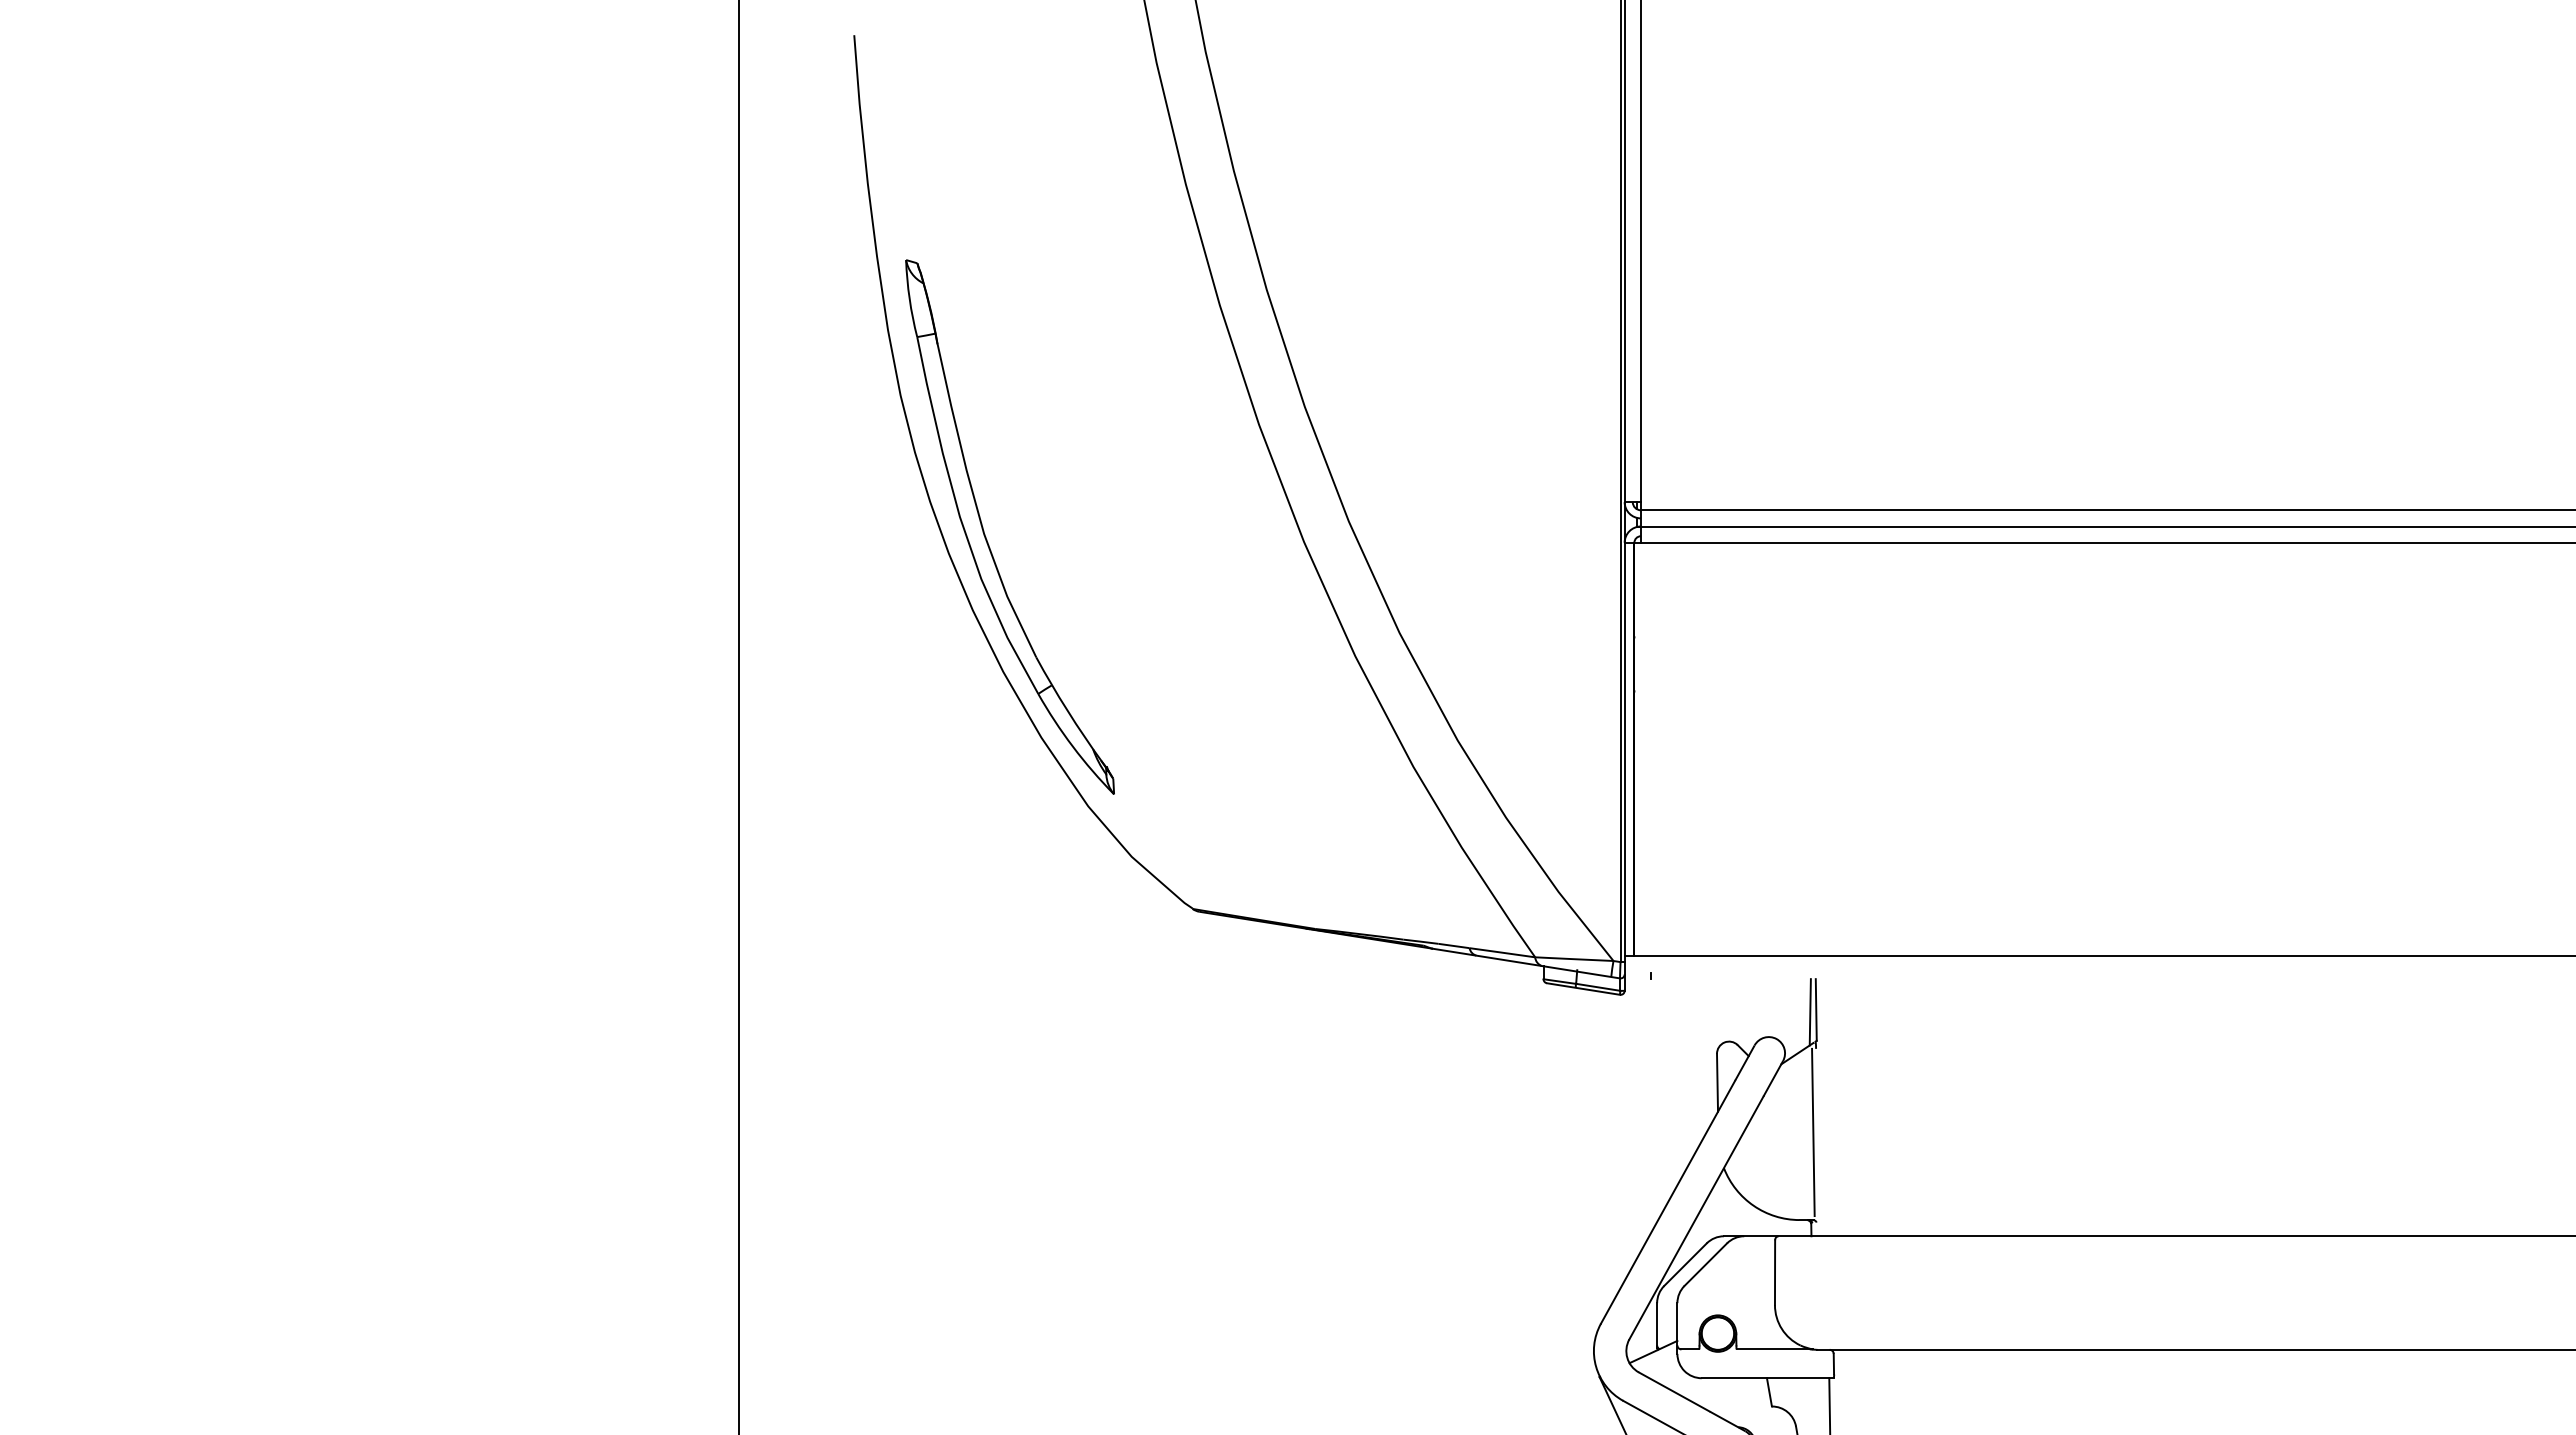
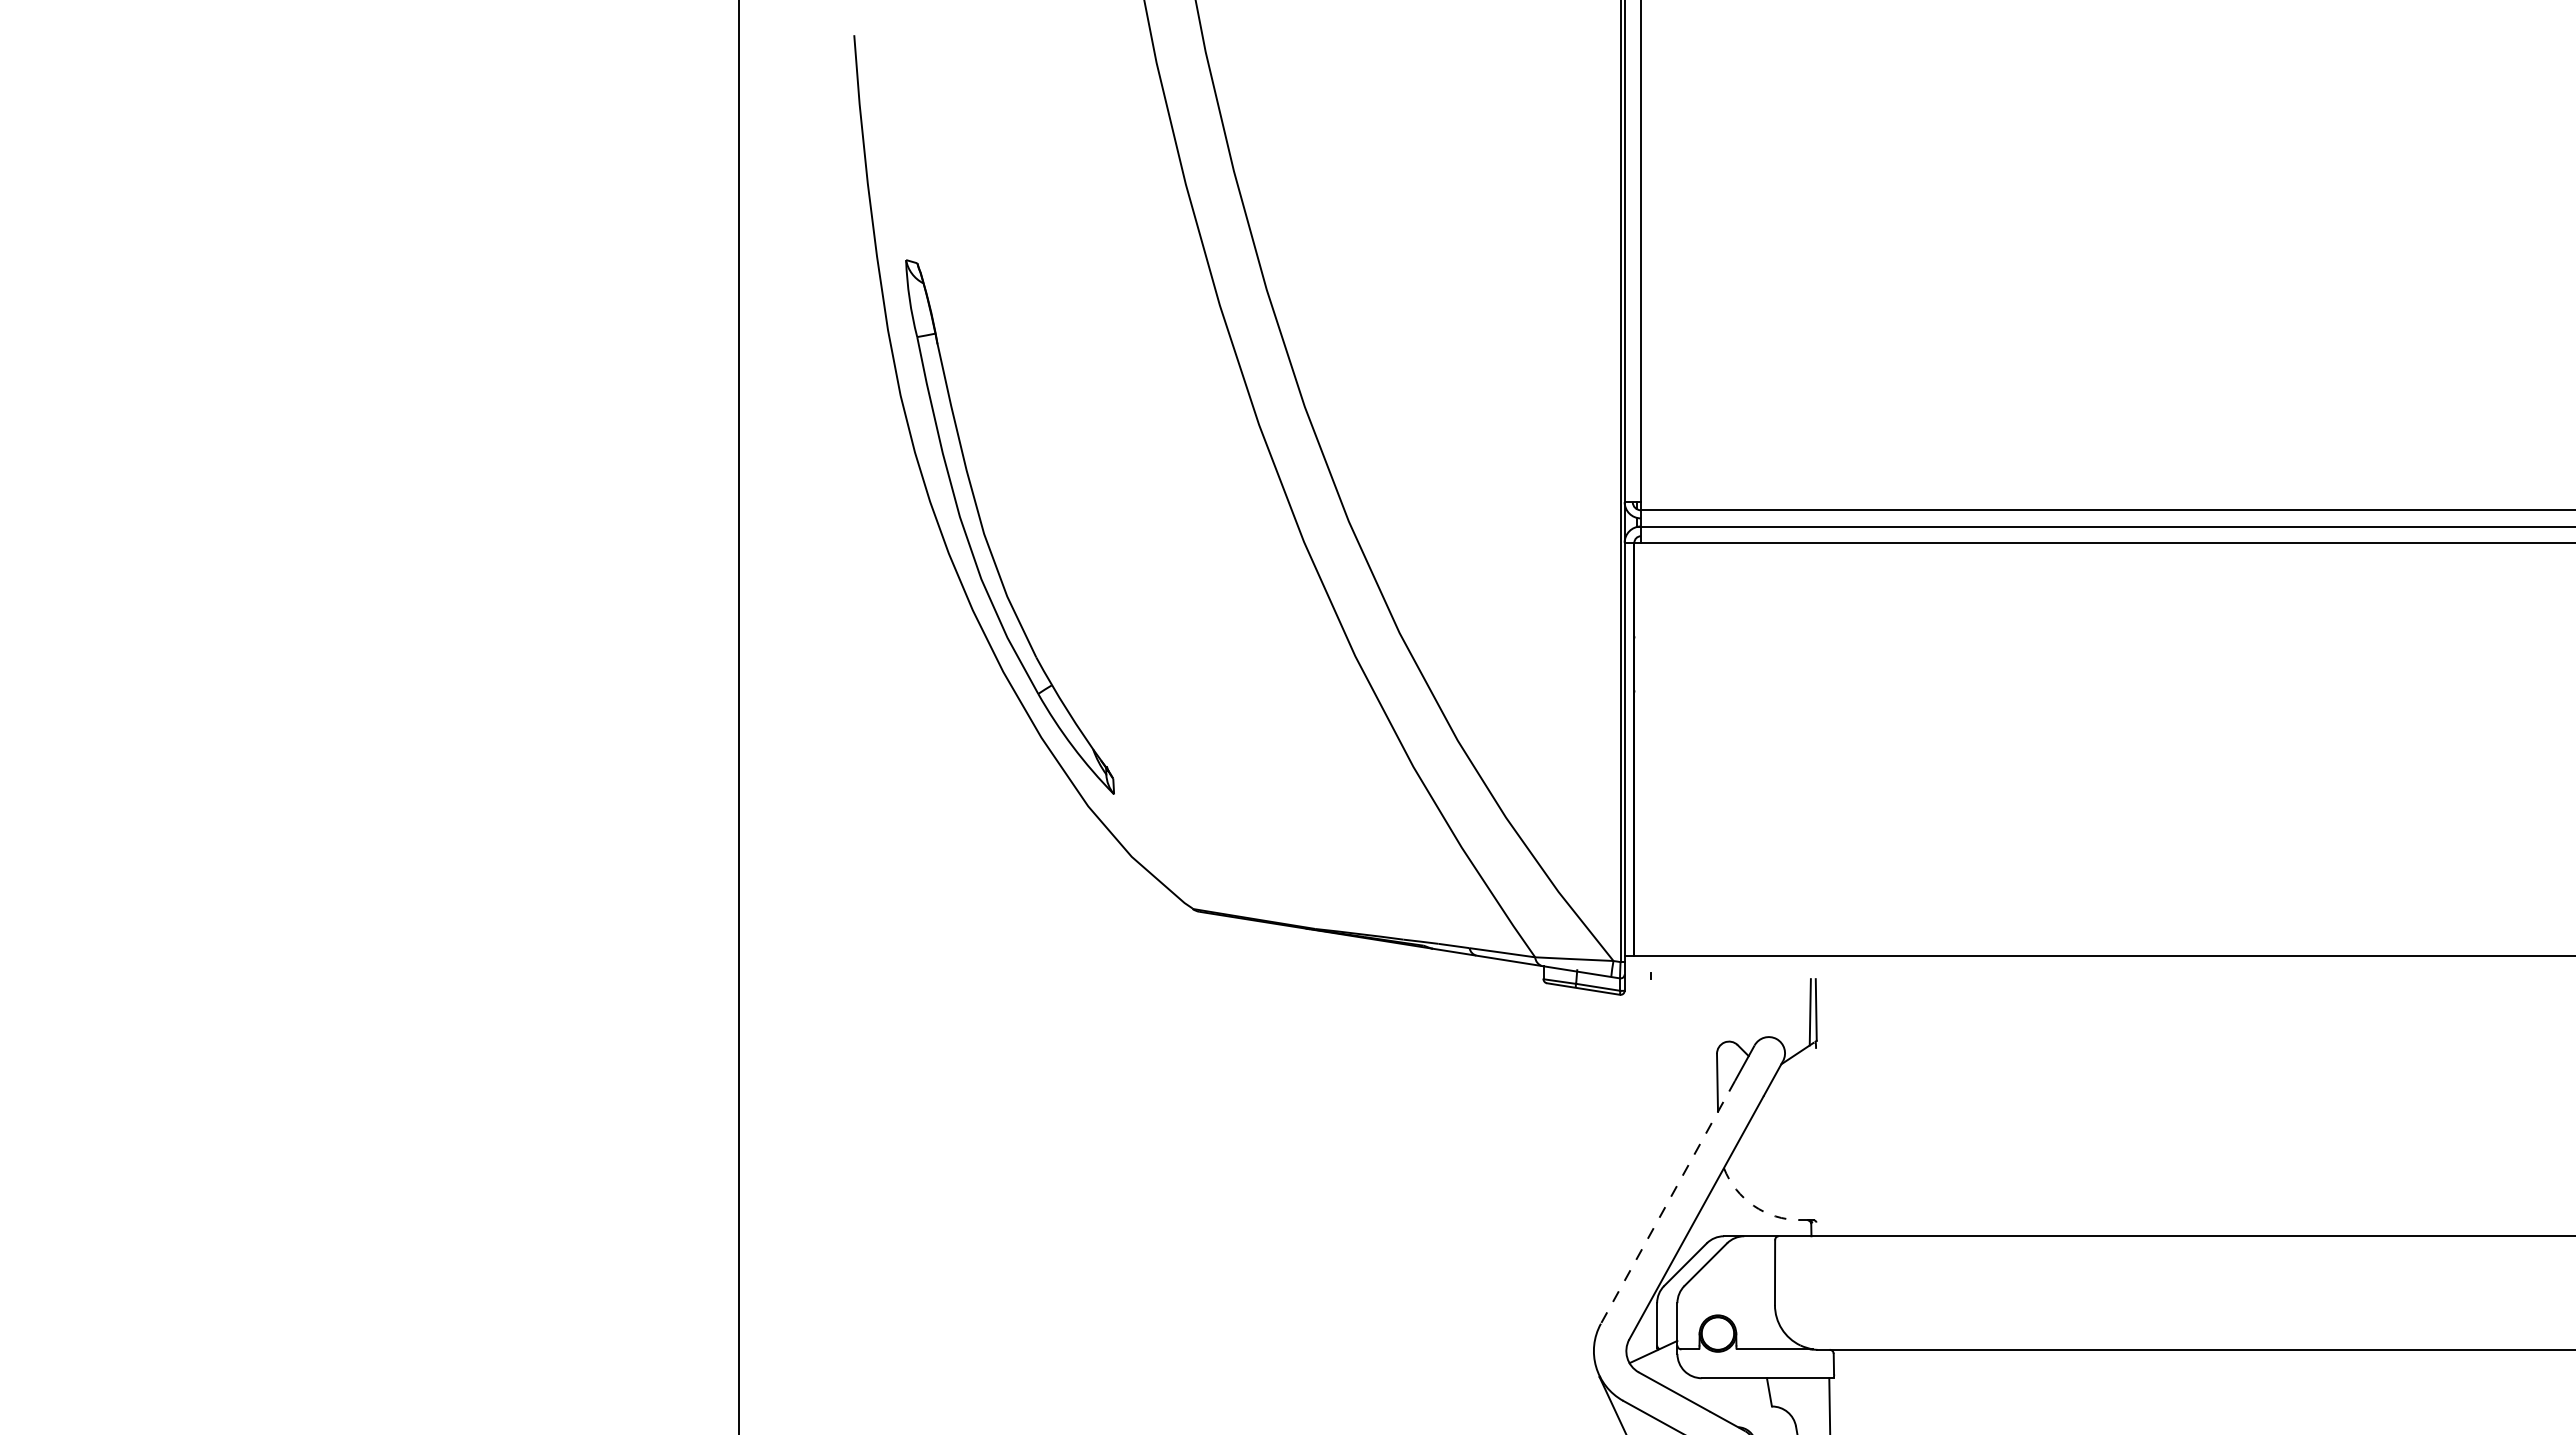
line at (1813, 1132): present -> none
line at (1668, 1202): solid -> dashed
arc at (1753, 1205): solid -> dashed
